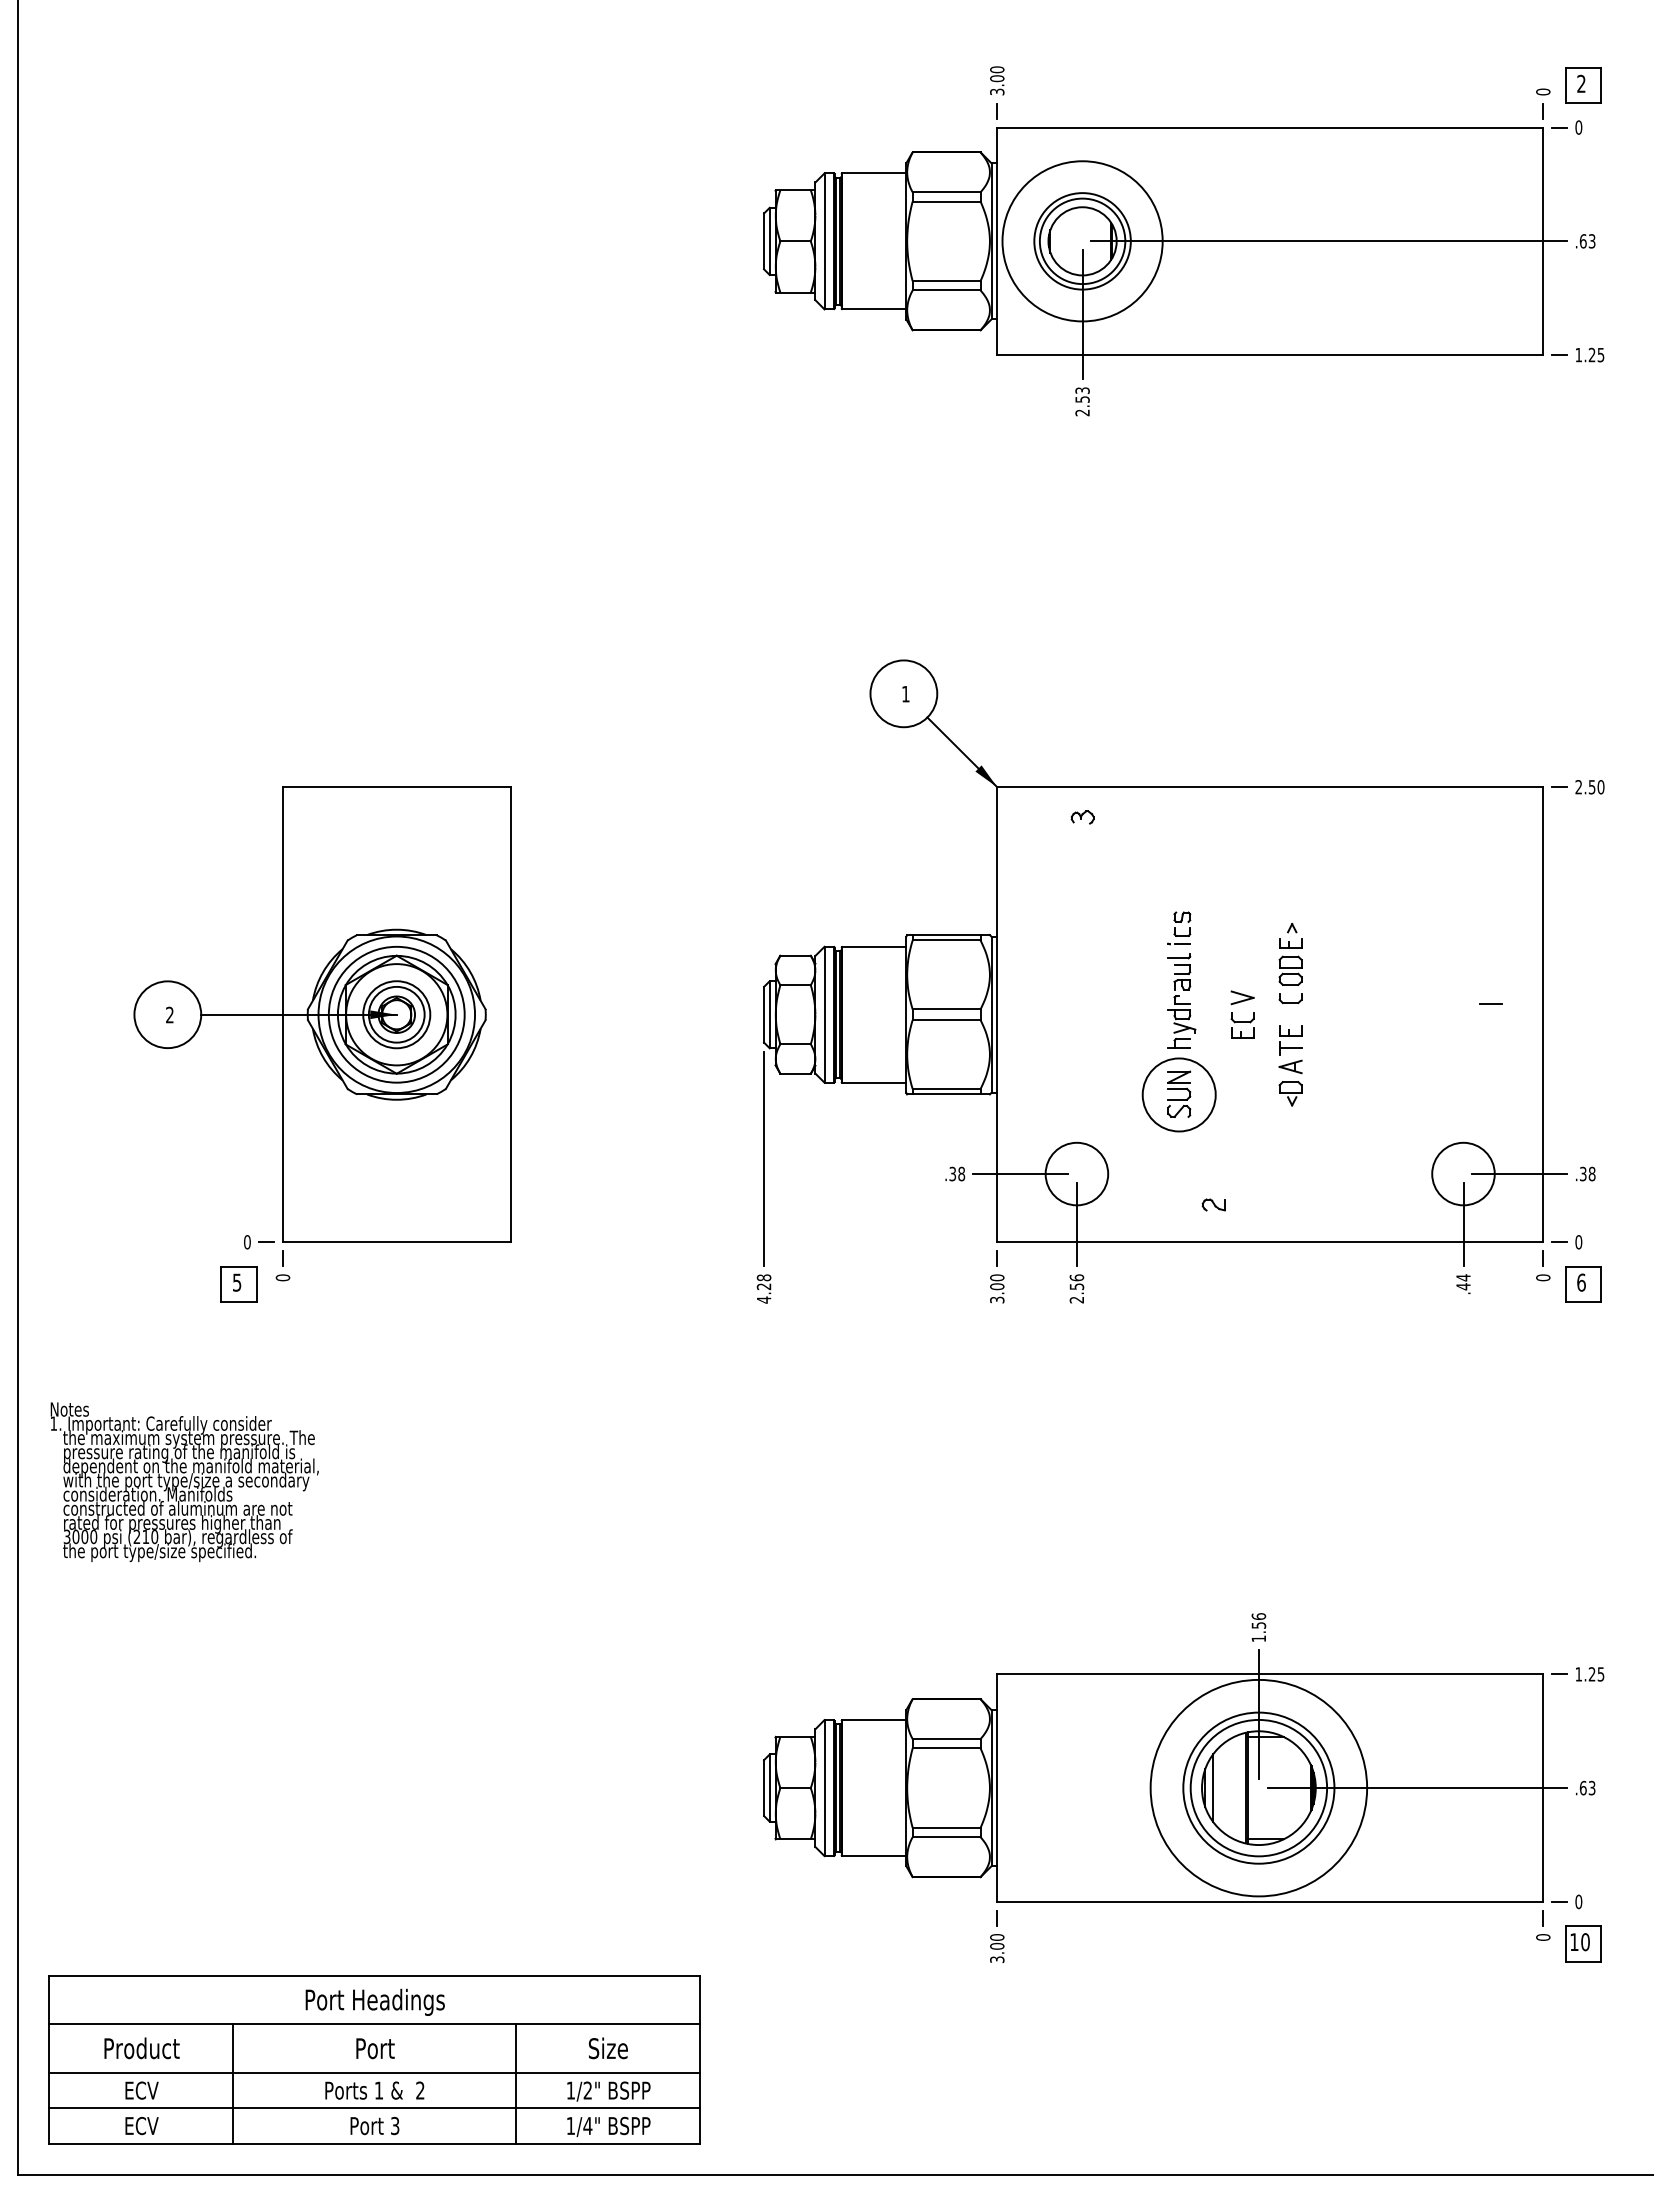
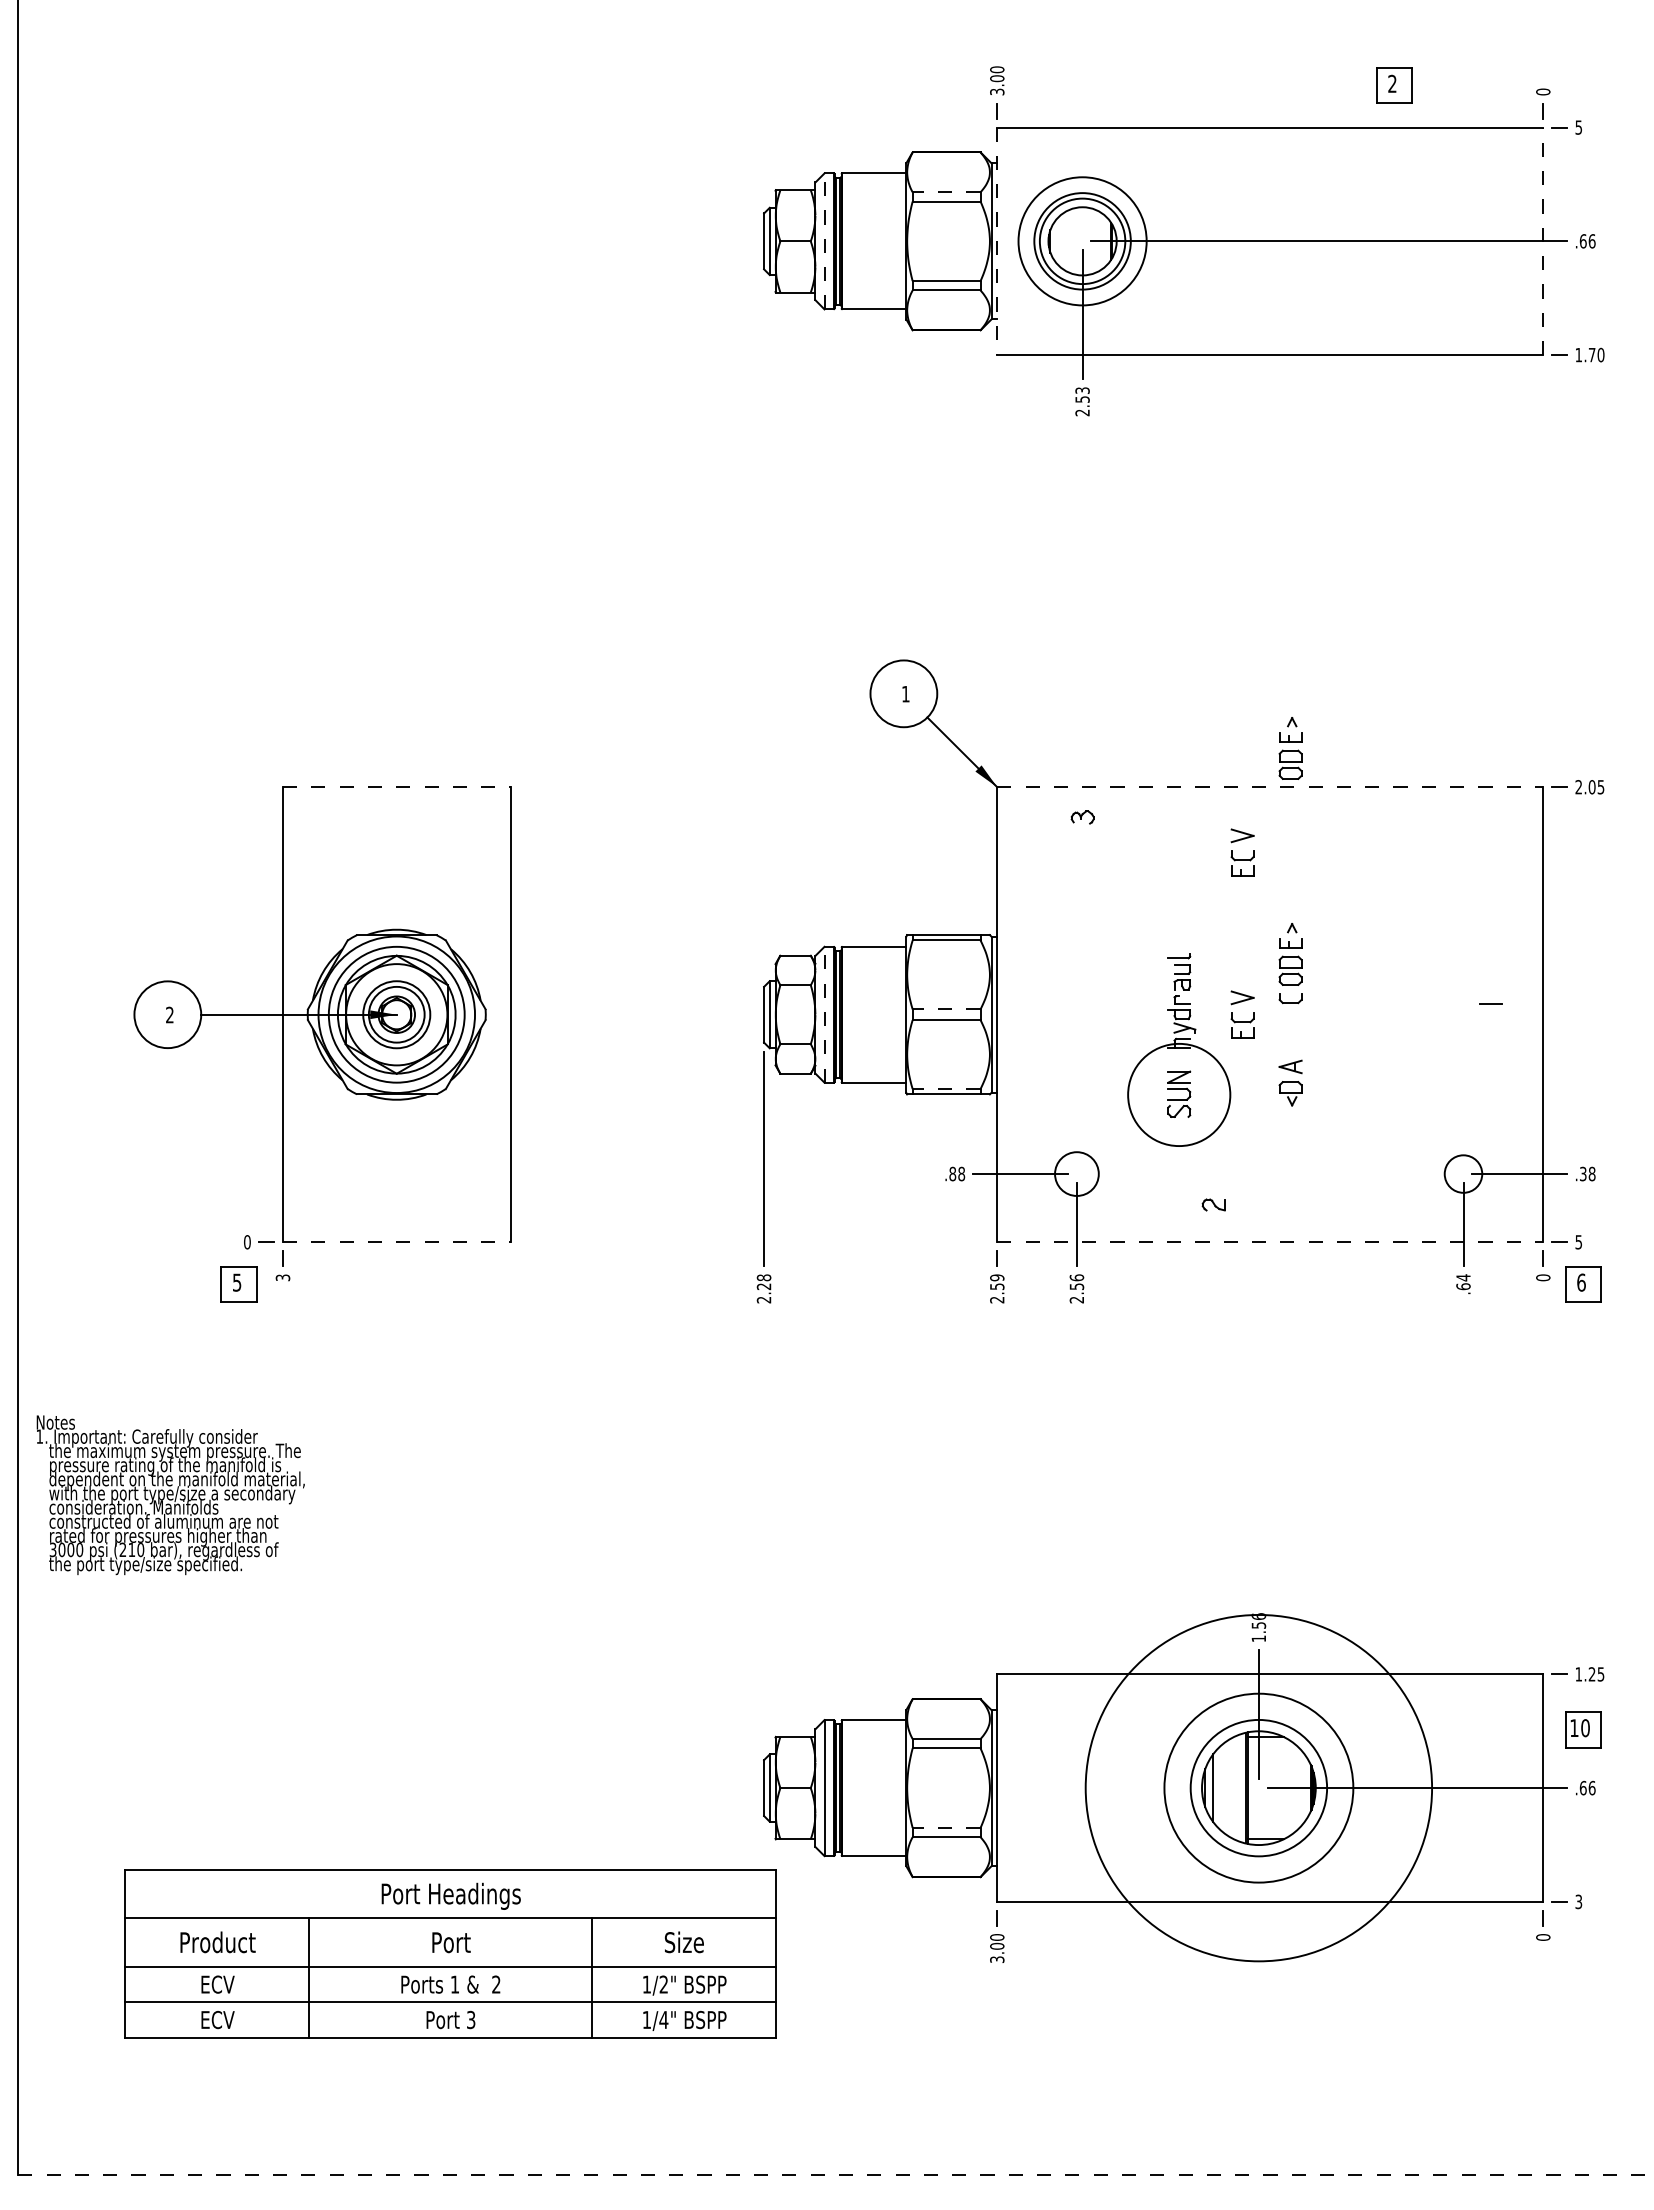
part at (1583, 85) position: (1583, 85) -> (1394, 85)
text at (1578, 127): 0 -> 5
line at (946, 192): solid -> dashed
line at (824, 241): solid -> dashed
line at (997, 241): solid -> dashed
circle at (1082, 241) diameter: 160 px -> 128 px
line at (1543, 241): solid -> dashed
text at (1591, 241): .63 -> .66
text at (1596, 354): 1.25 -> 1.70
part at (1290, 748): none -> present
line at (396, 787): solid -> dashed
line at (1270, 787): solid -> dashed
text at (1596, 787): 2.50 -> 2.05
part at (1242, 859): none -> present
part at (1179, 928): present -> none
line at (946, 1009): solid -> dashed
line at (824, 1014): solid -> dashed
part at (1290, 1040): present -> none
line at (946, 1089): solid -> dashed
circle at (1178, 1094) diameter: 73 px -> 102 px
text at (952, 1173): .38 -> .88
circle at (1076, 1173) diameter: 63 px -> 44 px
circle at (1463, 1173) diameter: 63 px -> 38 px
line at (396, 1242): solid -> dashed
line at (1270, 1242): solid -> dashed
text at (1578, 1242): 0 -> 5
text at (282, 1277): 0 -> 3
text at (1463, 1286): .44 -> .64
text at (997, 1288): 3.00 -> 2.59
text at (763, 1299): 4.28 -> 2.28
text at (184, 1482) position: (184, 1482) -> (170, 1495)
circle at (1258, 1787) diameter: 151 px -> 189 px
circle at (1258, 1787) diameter: 216 px -> 346 px
text at (1591, 1787): .63 -> .66
line at (946, 1827): solid -> dashed
text at (1578, 1901): 0 -> 3
part at (1583, 1943) position: (1583, 1943) -> (1583, 1729)
part at (374, 2059) position: (374, 2059) -> (450, 1953)
line at (836, 2174): solid -> dashed
